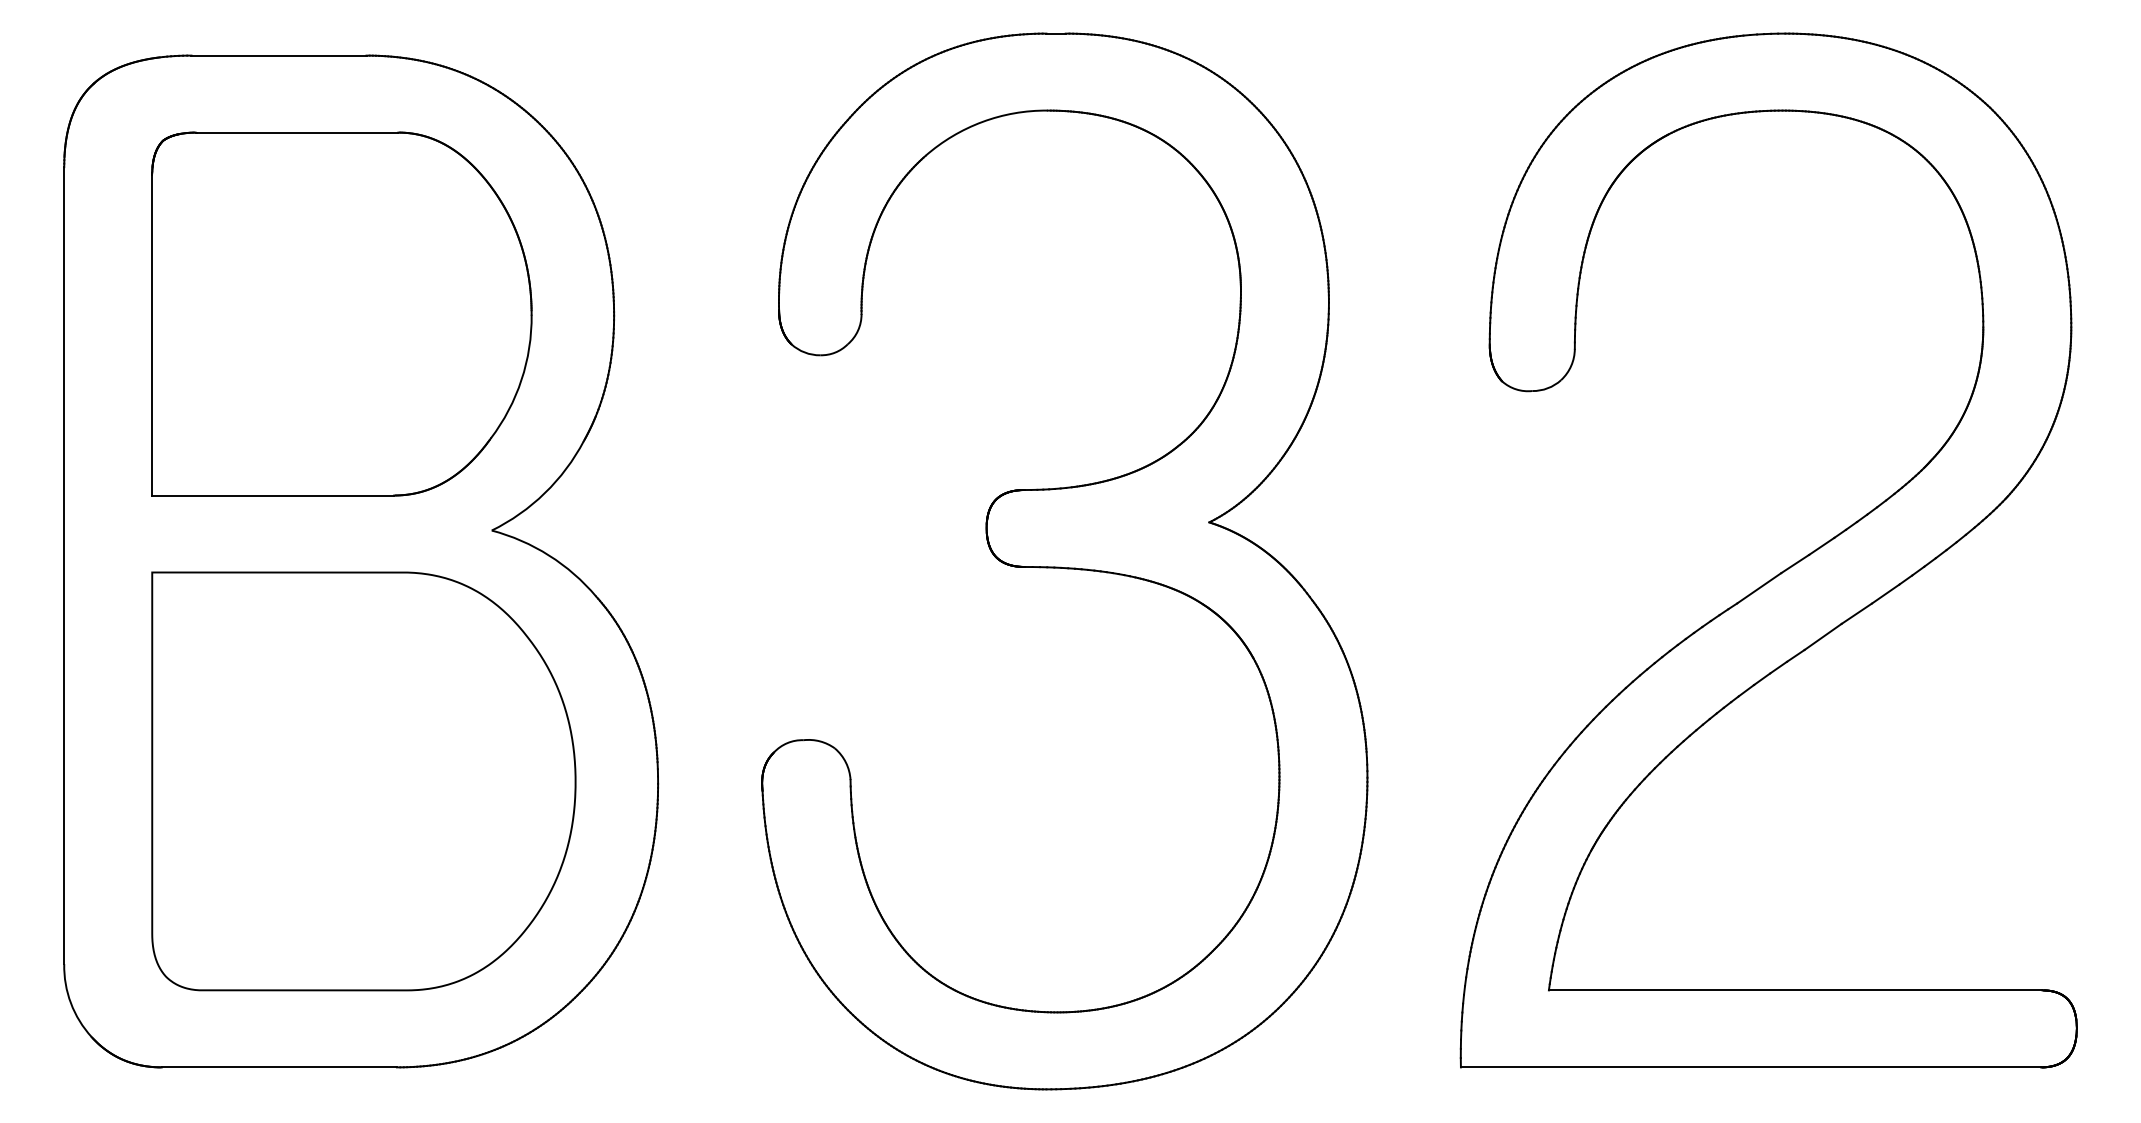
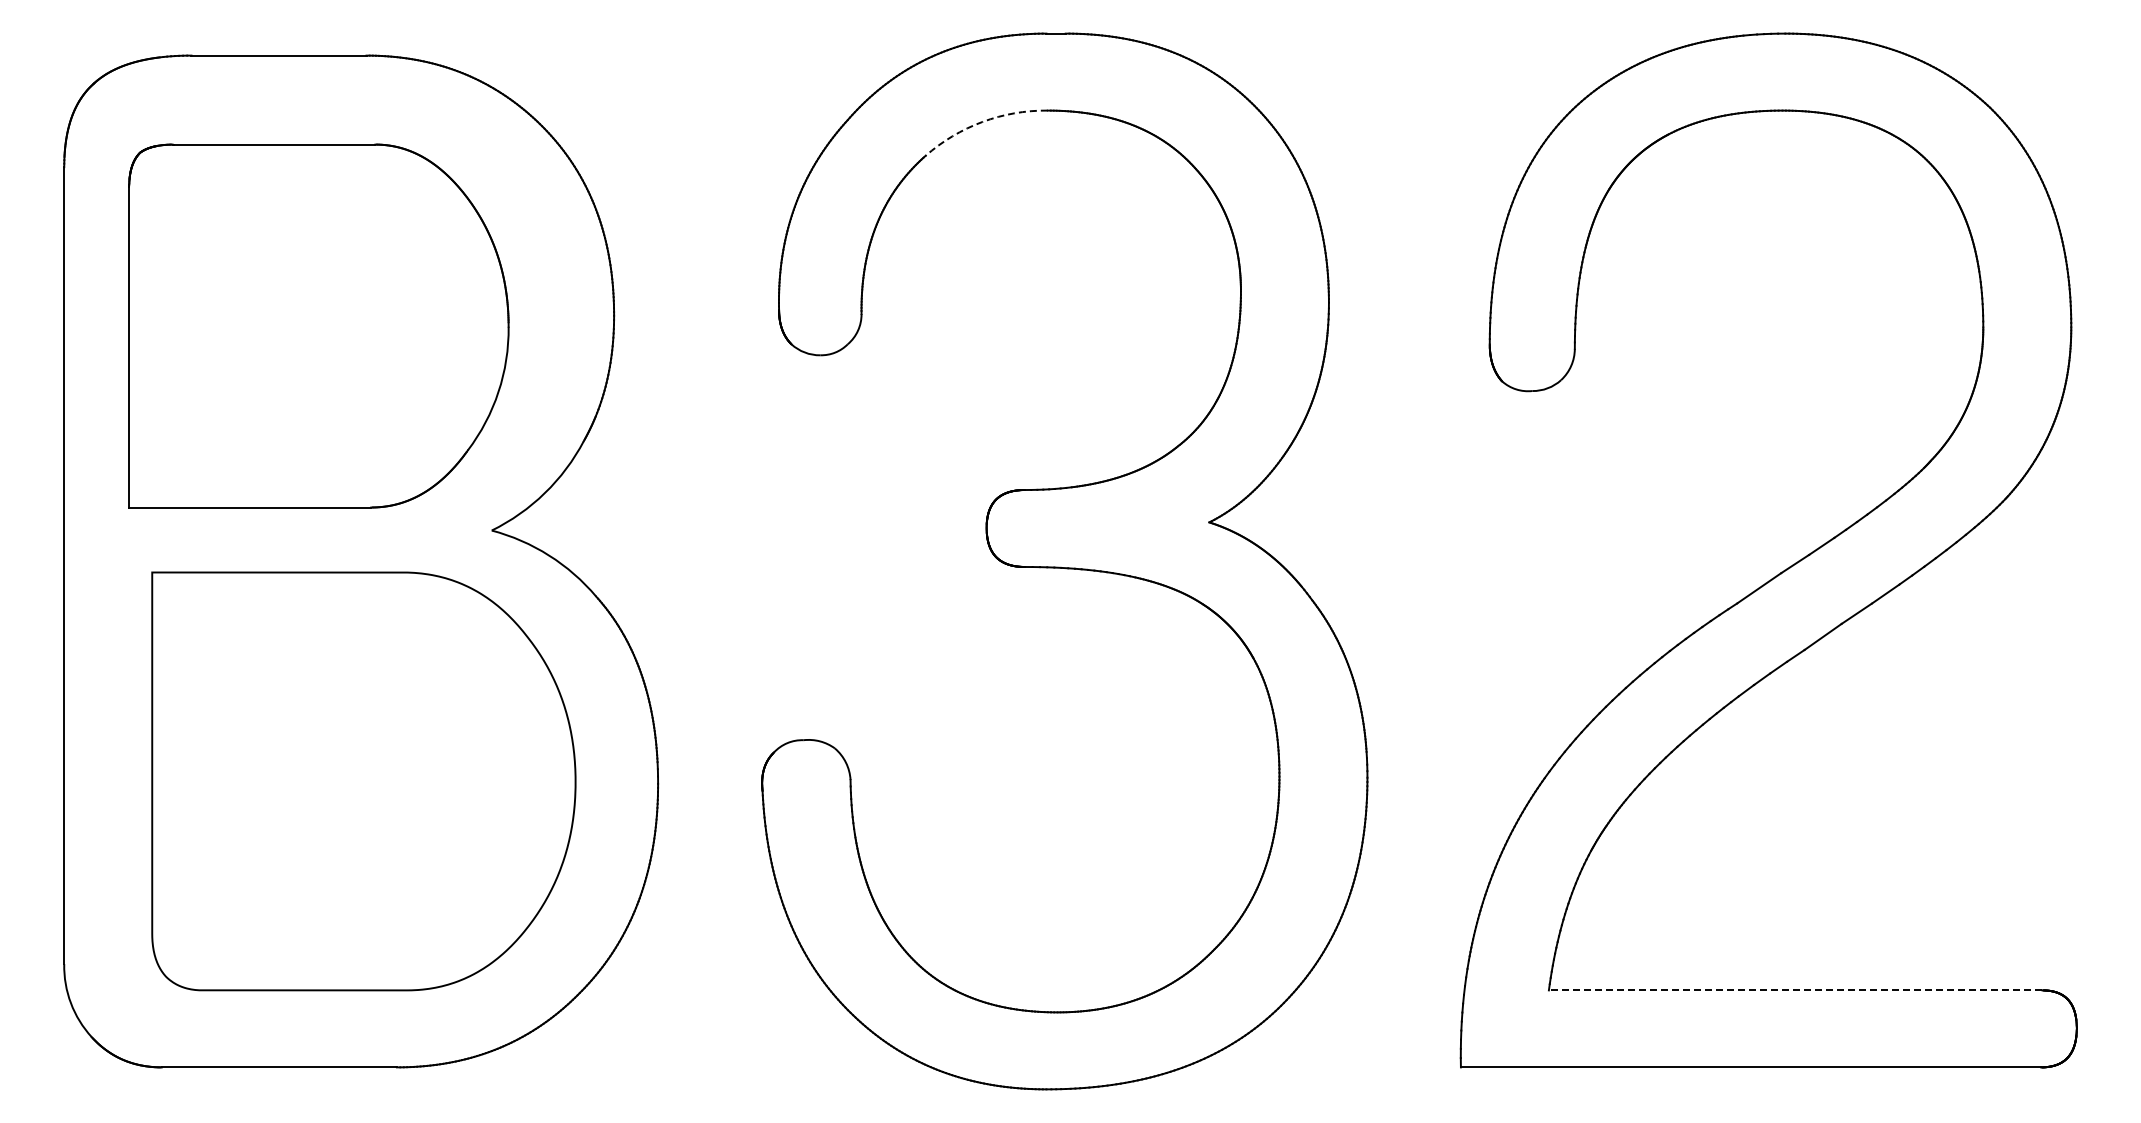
arc at (982, 121): solid -> dashed
part at (341, 313) position: (341, 313) -> (318, 325)
line at (1795, 990): solid -> dashed
